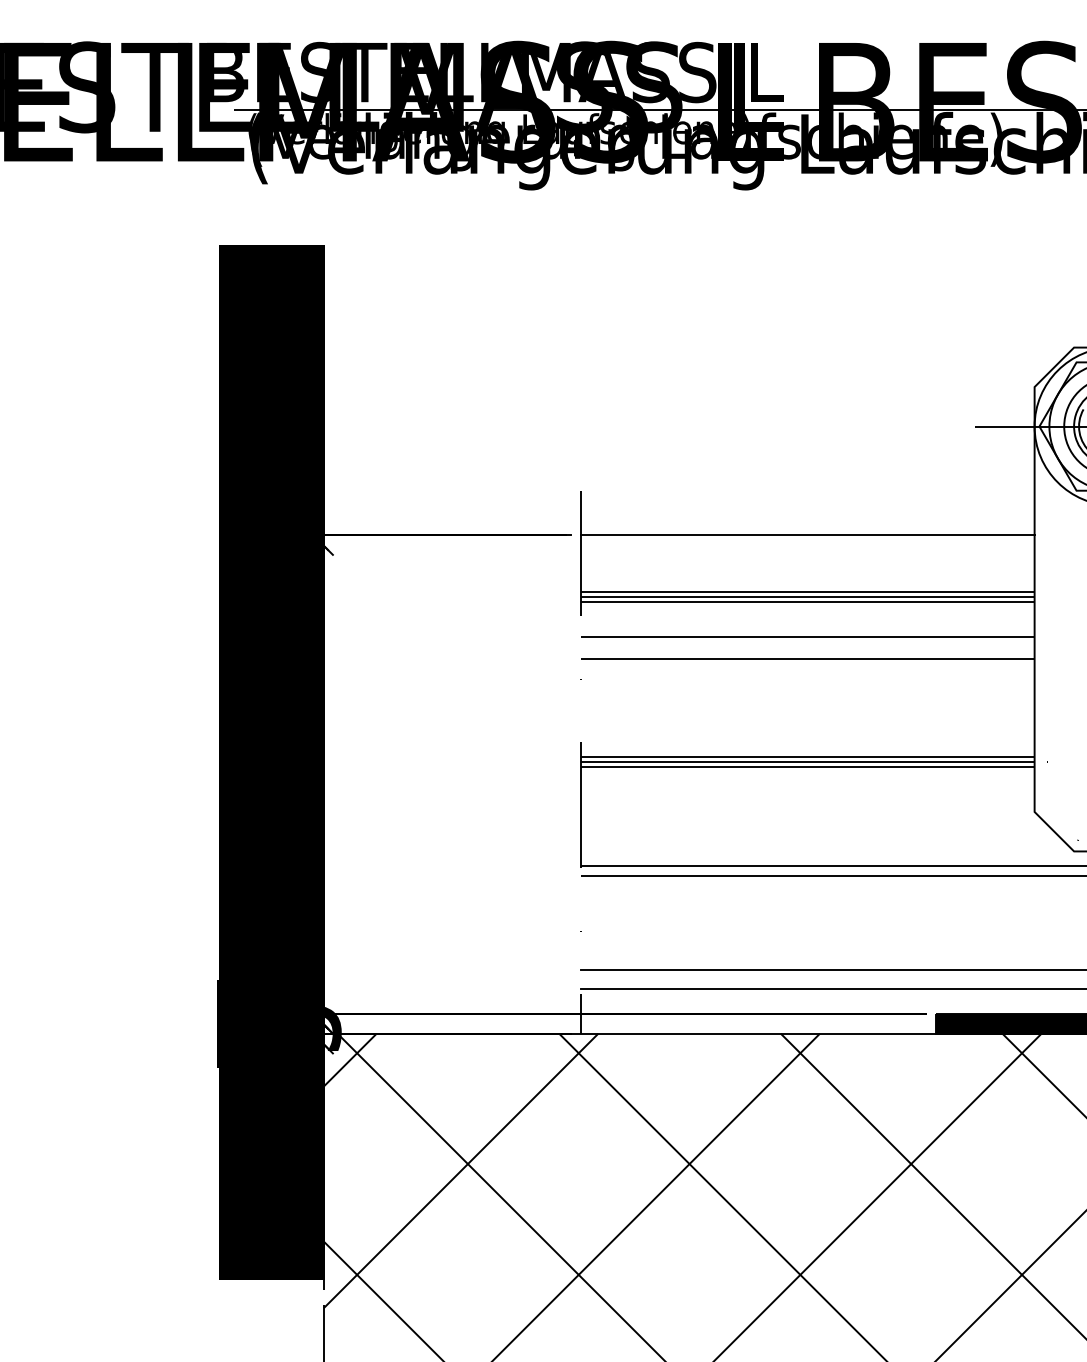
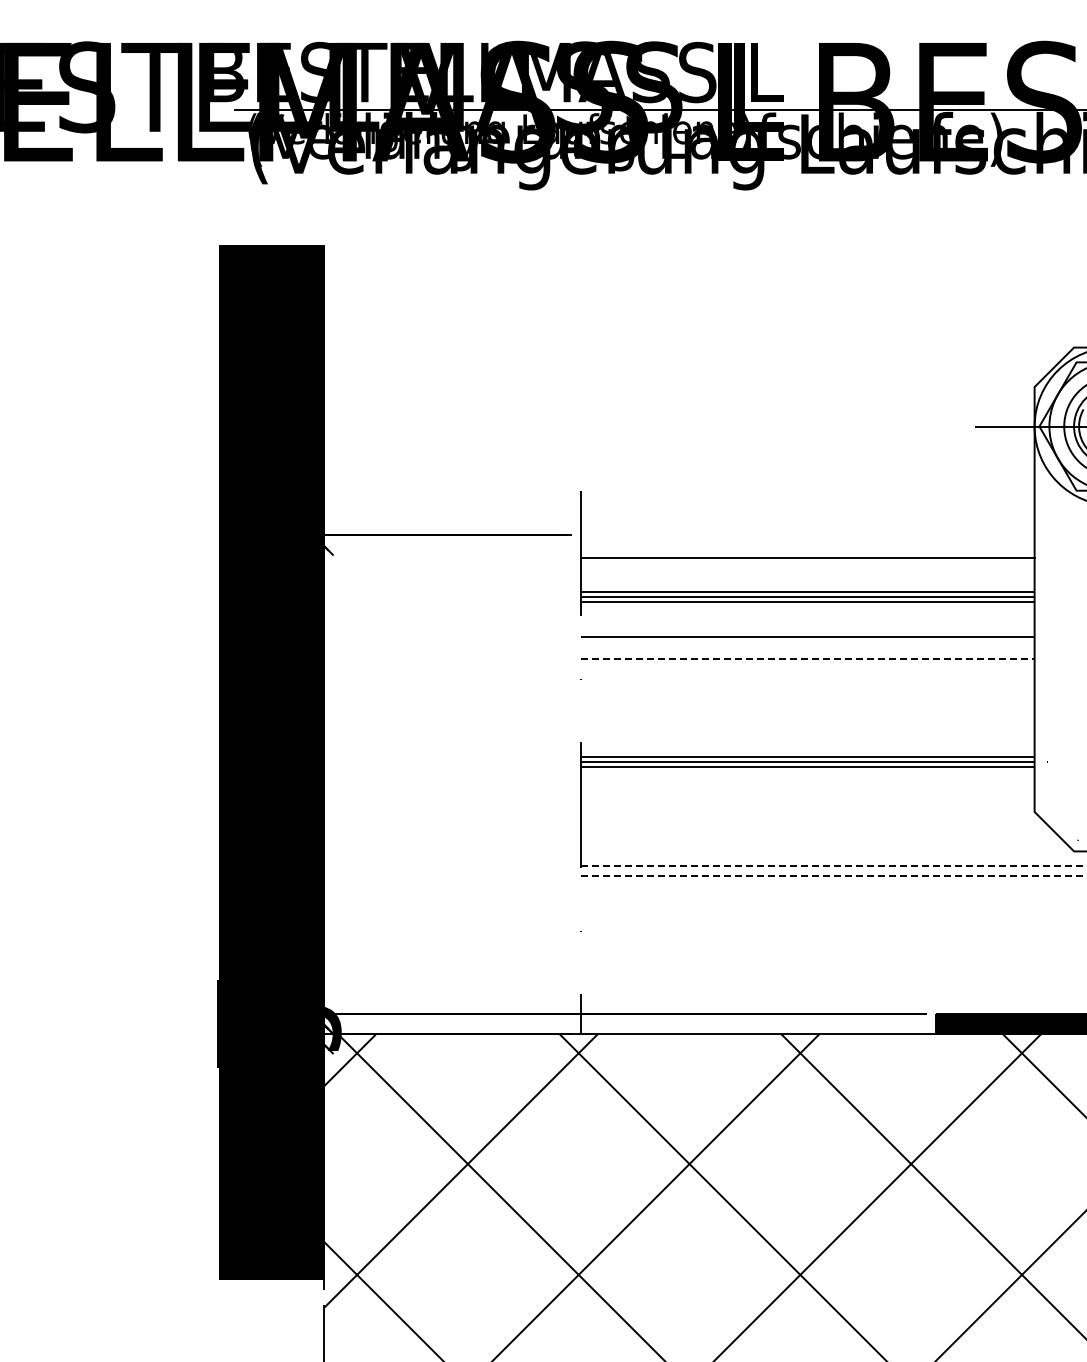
line at (807, 535) position: (807, 535) -> (807, 558)
line at (808, 658): solid -> dashed
line at (834, 865): solid -> dashed
line at (834, 875): solid -> dashed
line at (831, 969): present -> none
line at (831, 989): present -> none
